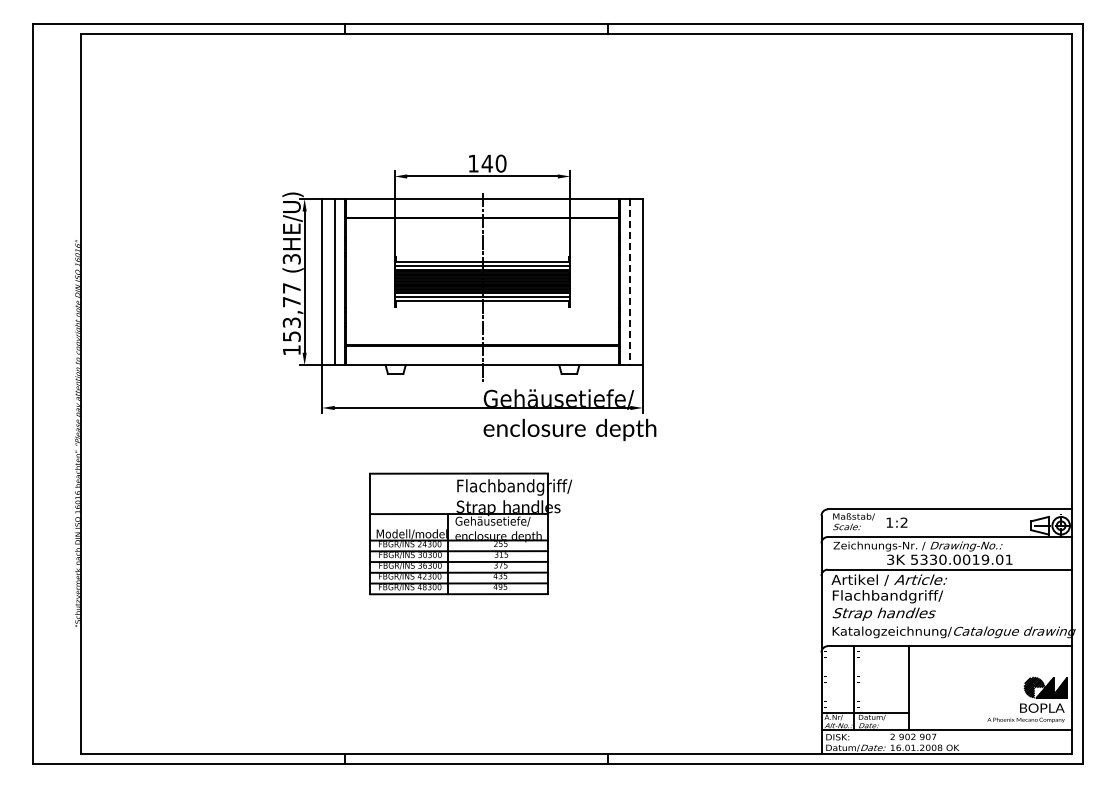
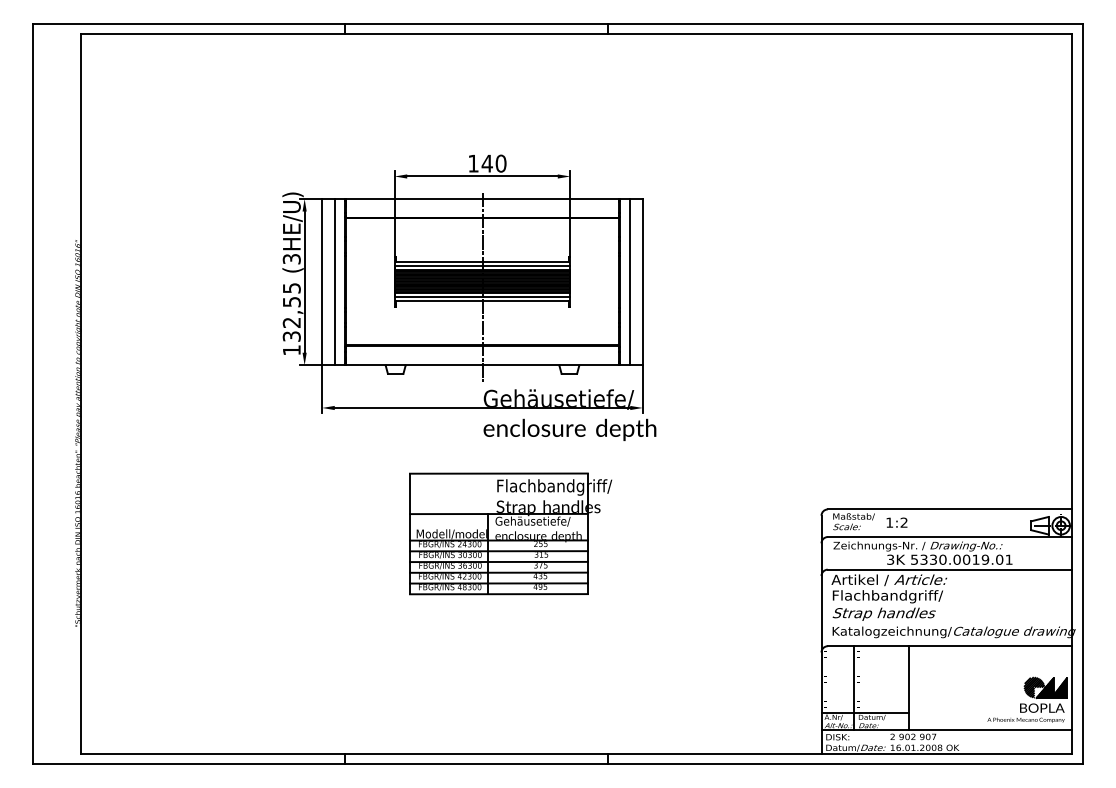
line at (630, 282): dashed -> solid
text at (291, 312): 153,77 -> 132,55
part at (470, 533) position: (470, 533) -> (510, 533)
